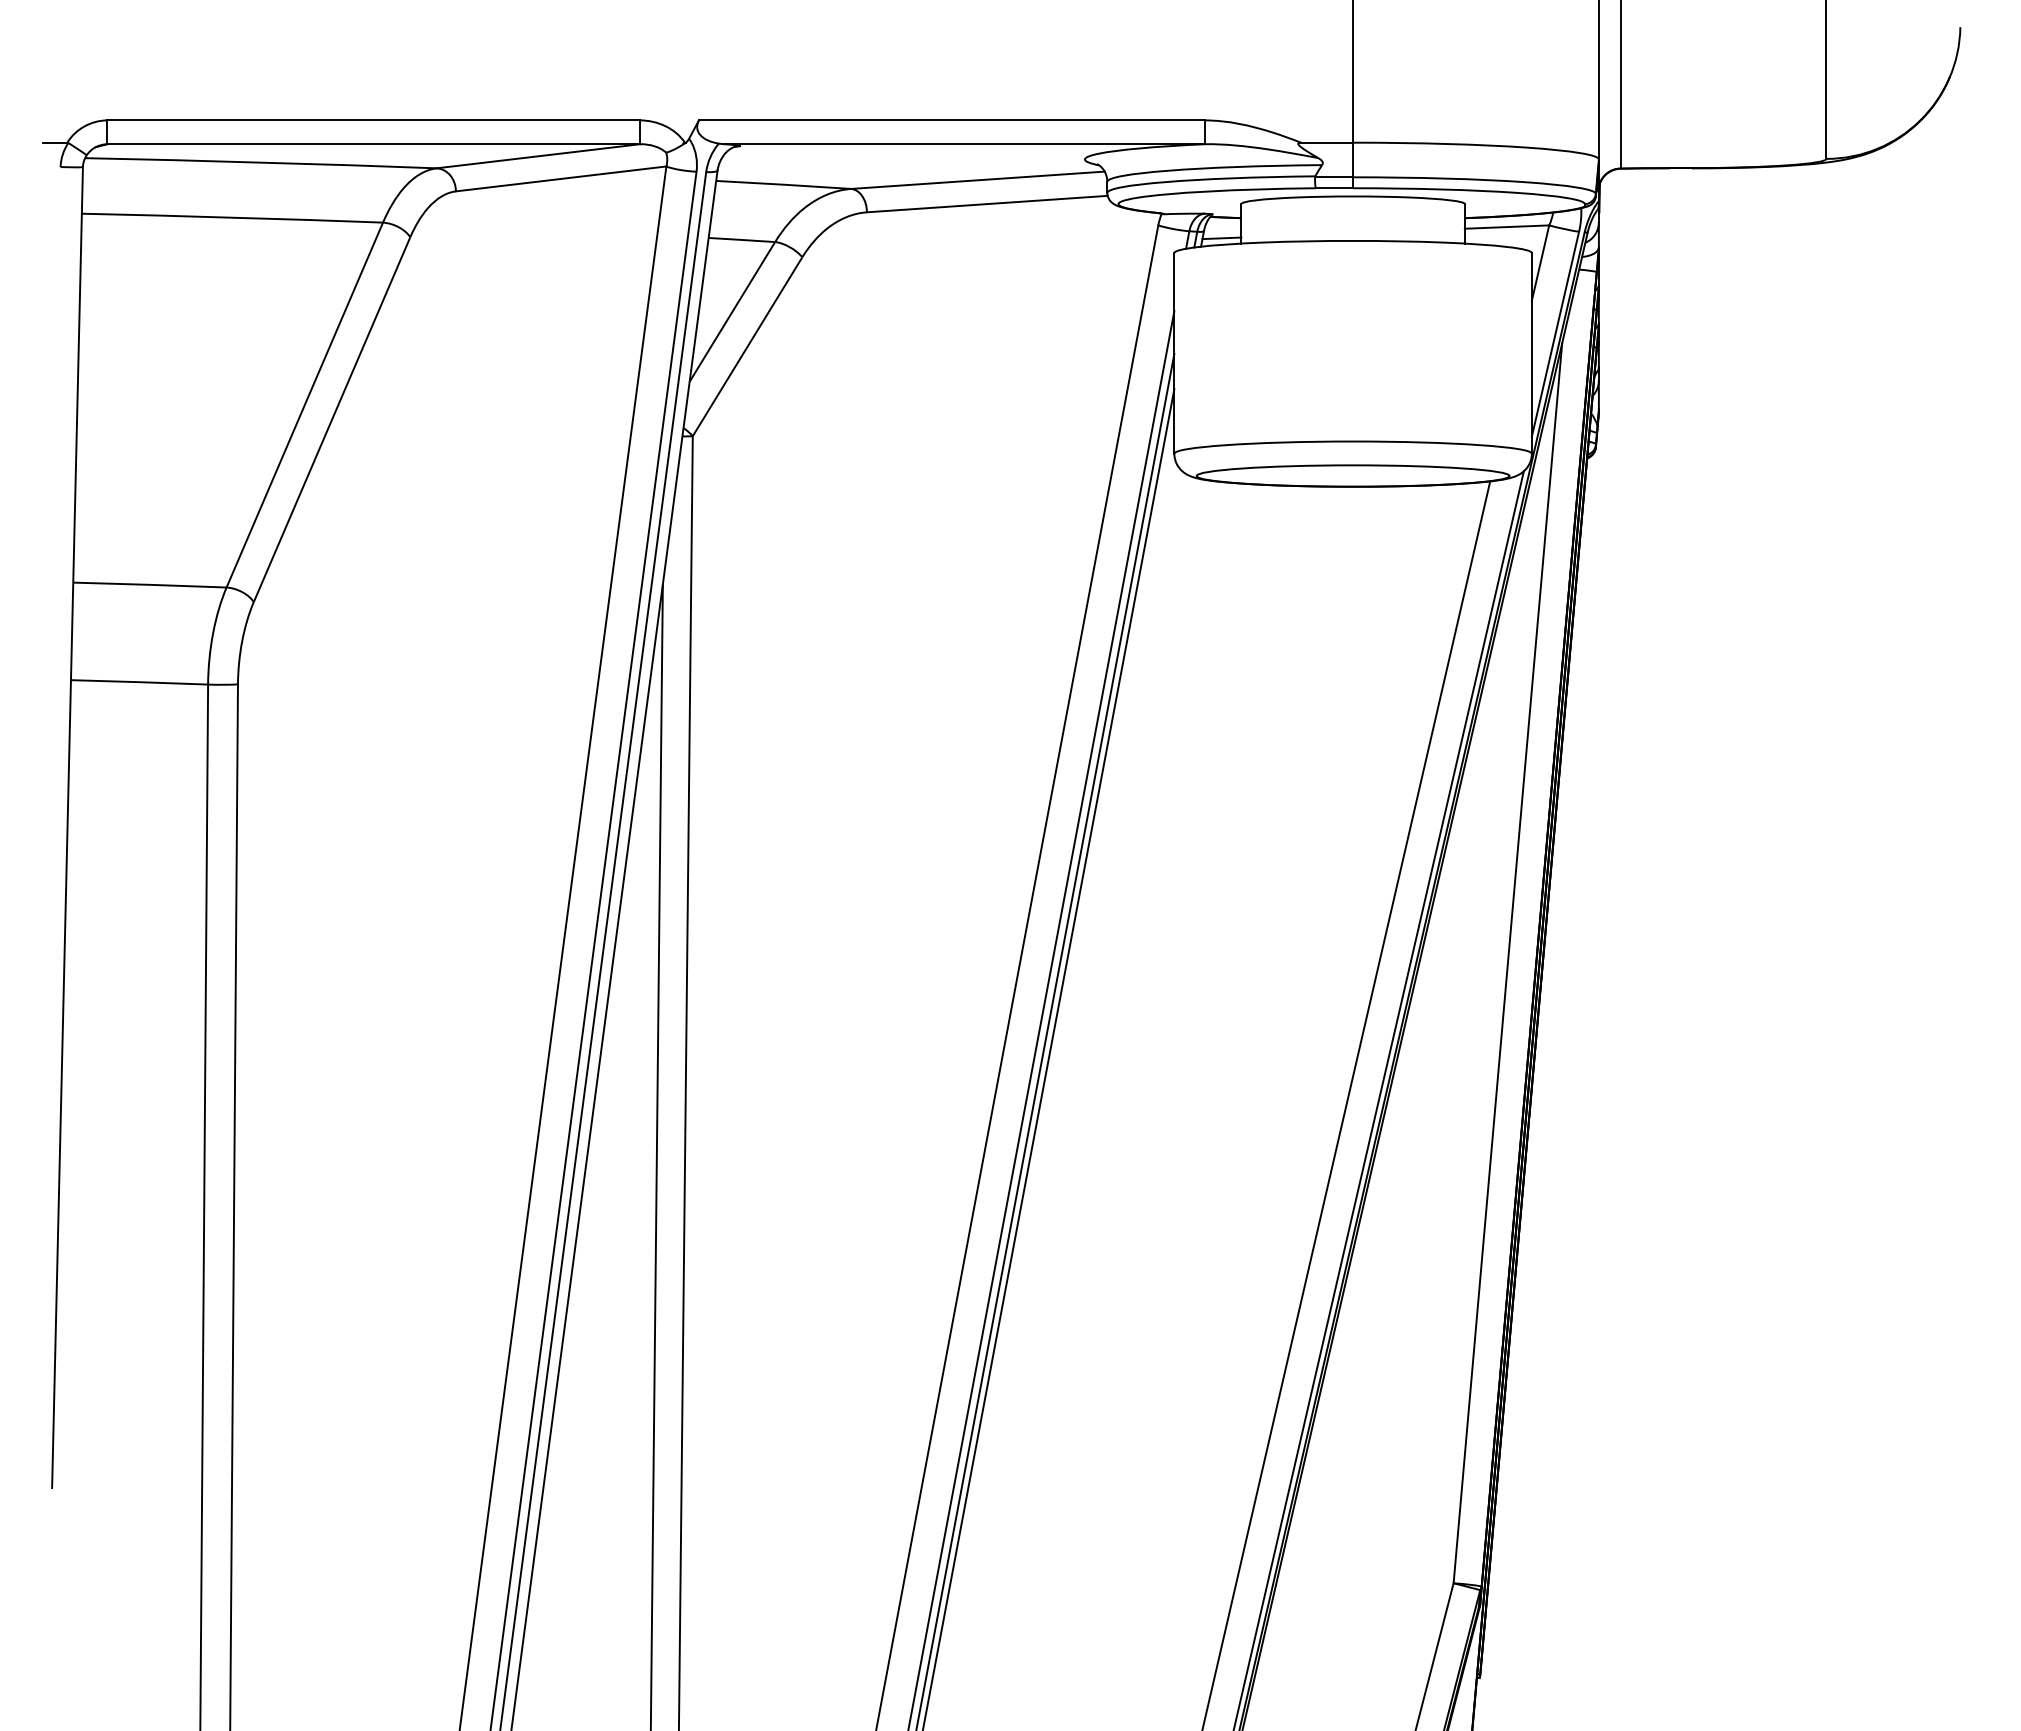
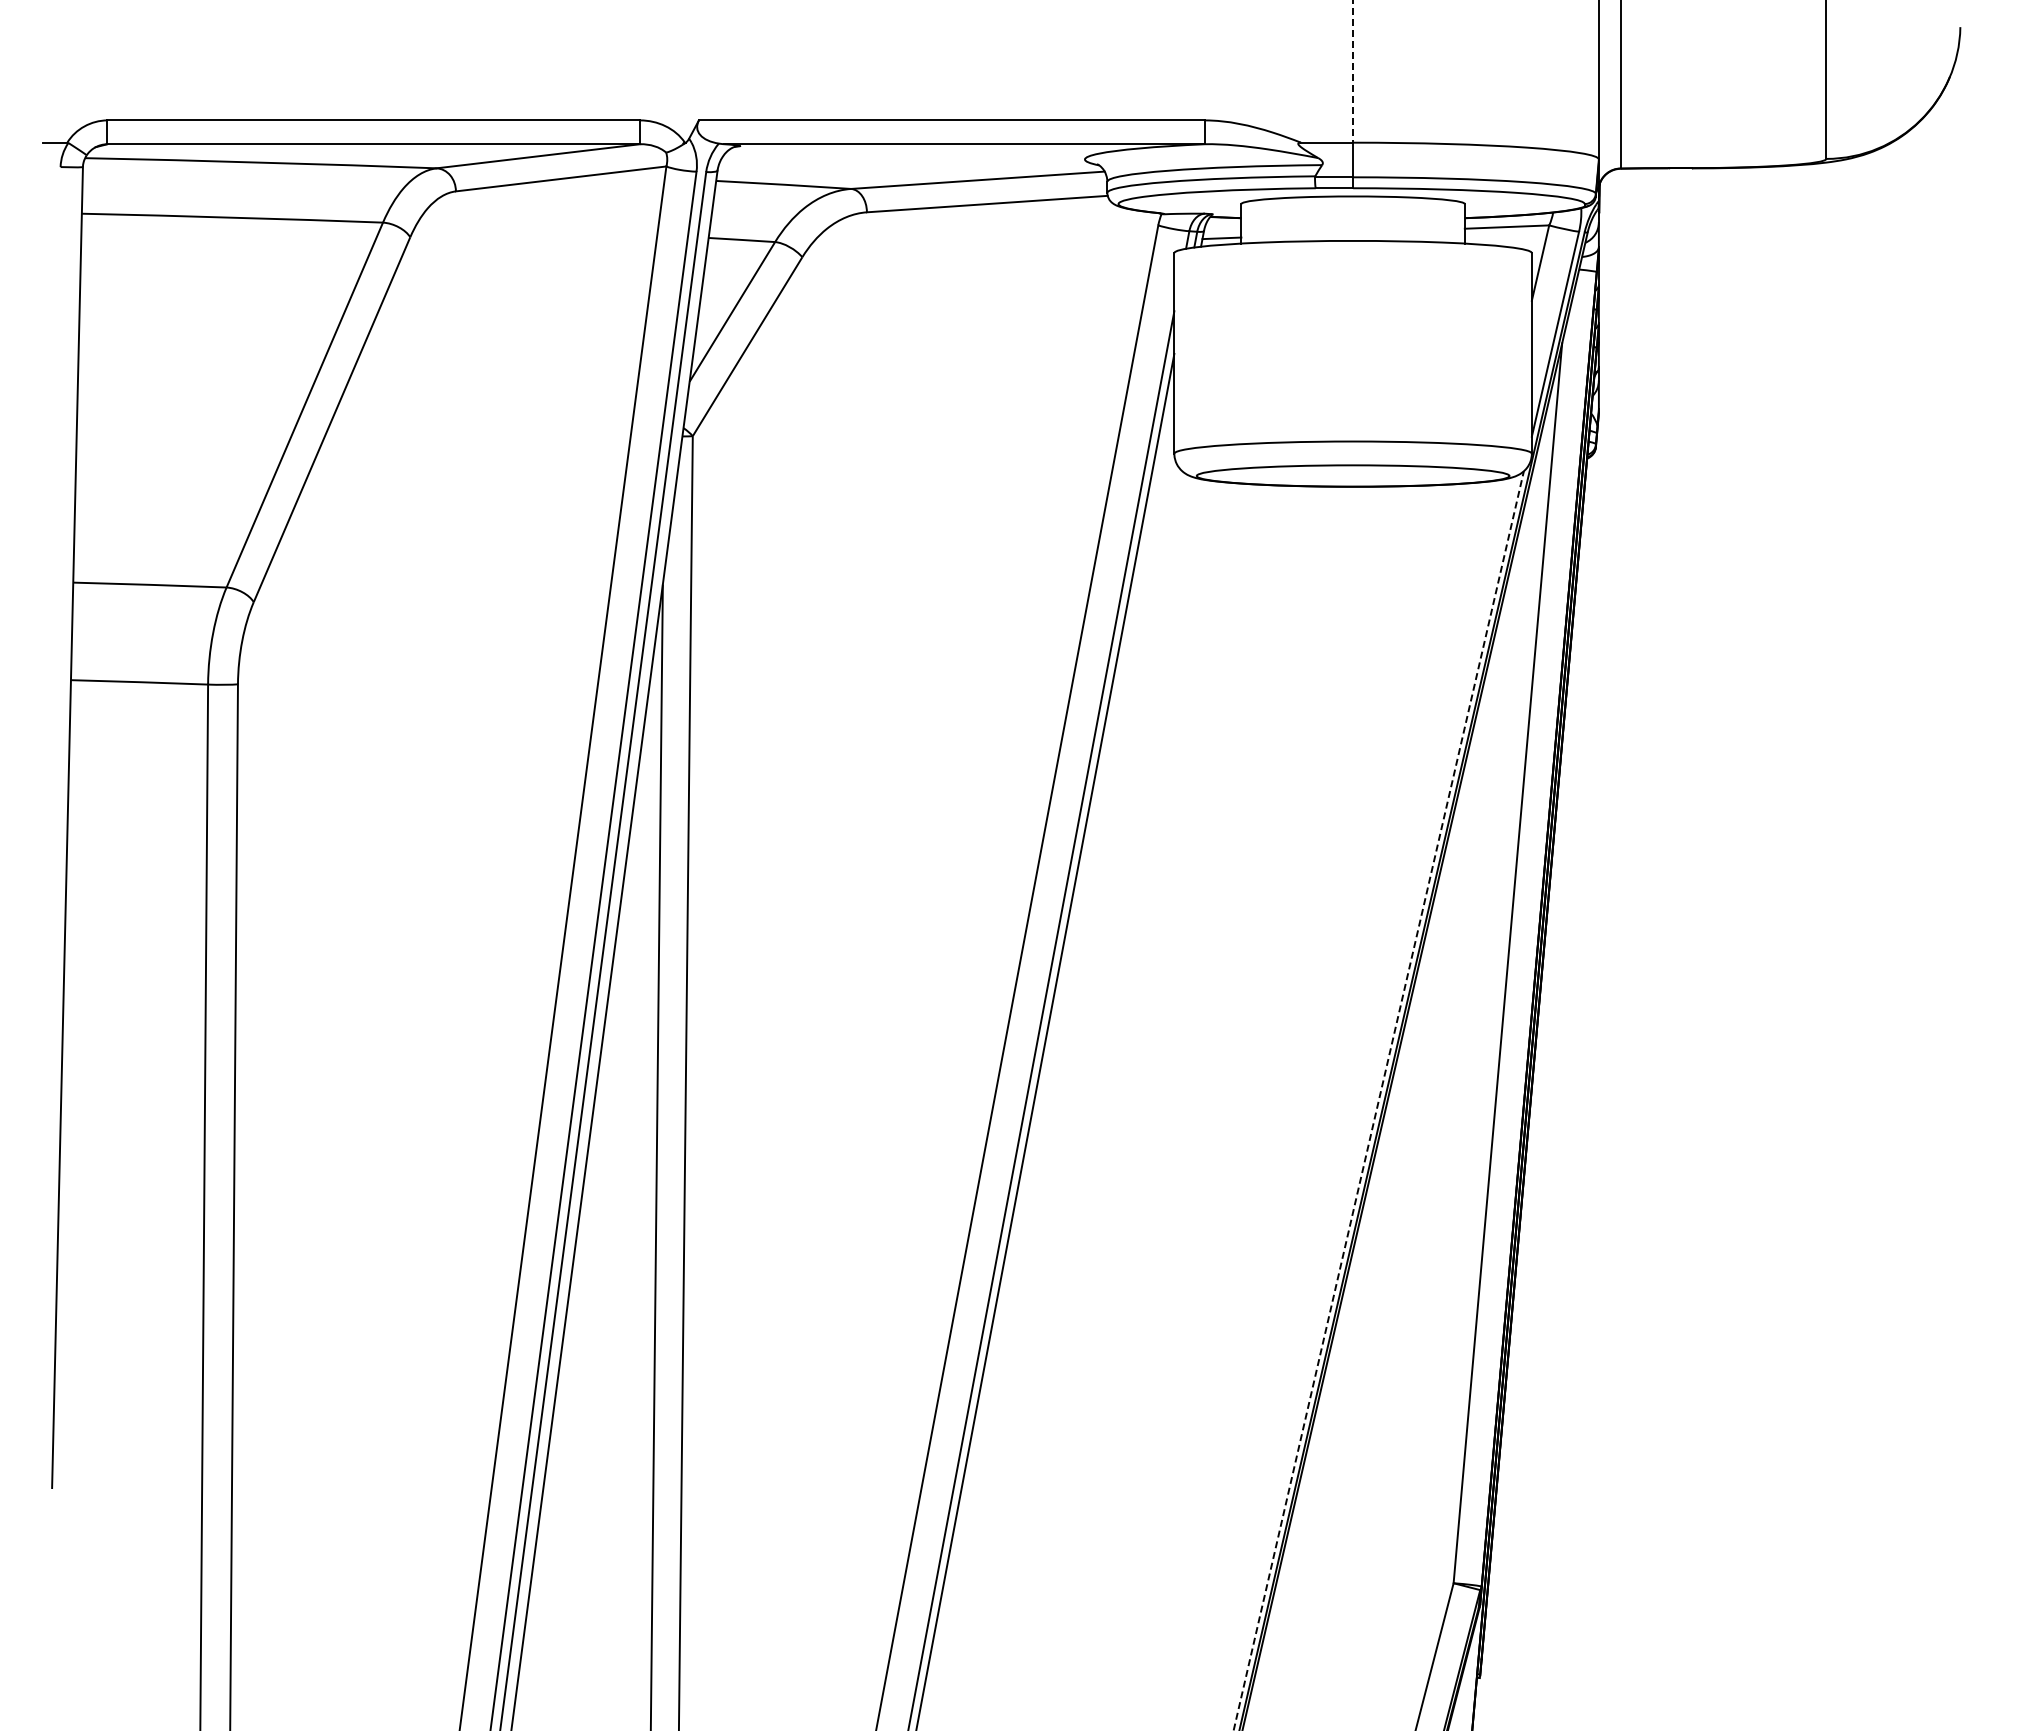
line at (1353, 71): solid -> dashed
line at (1048, 1058): present -> none
line at (1378, 1100): solid -> dashed
line at (1346, 1104): present -> none
